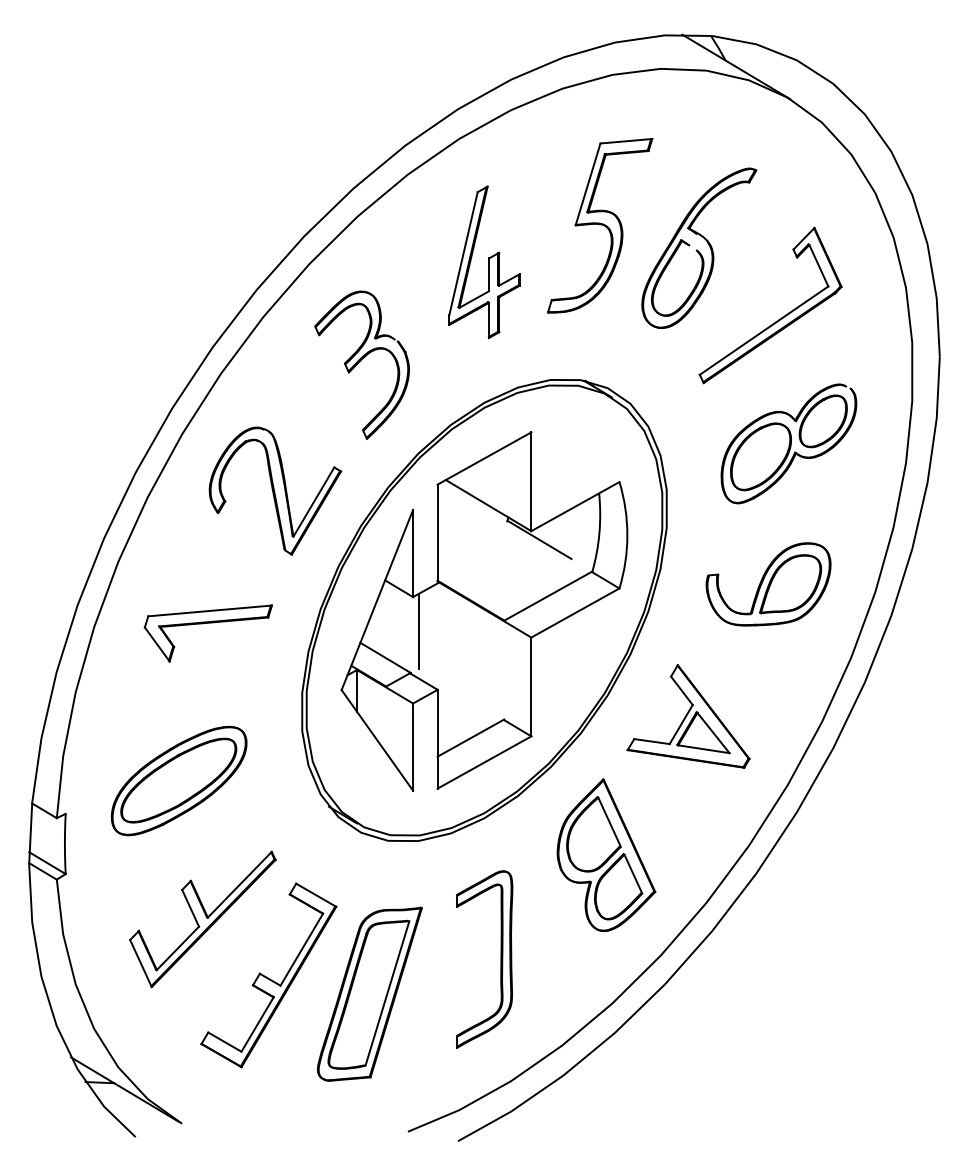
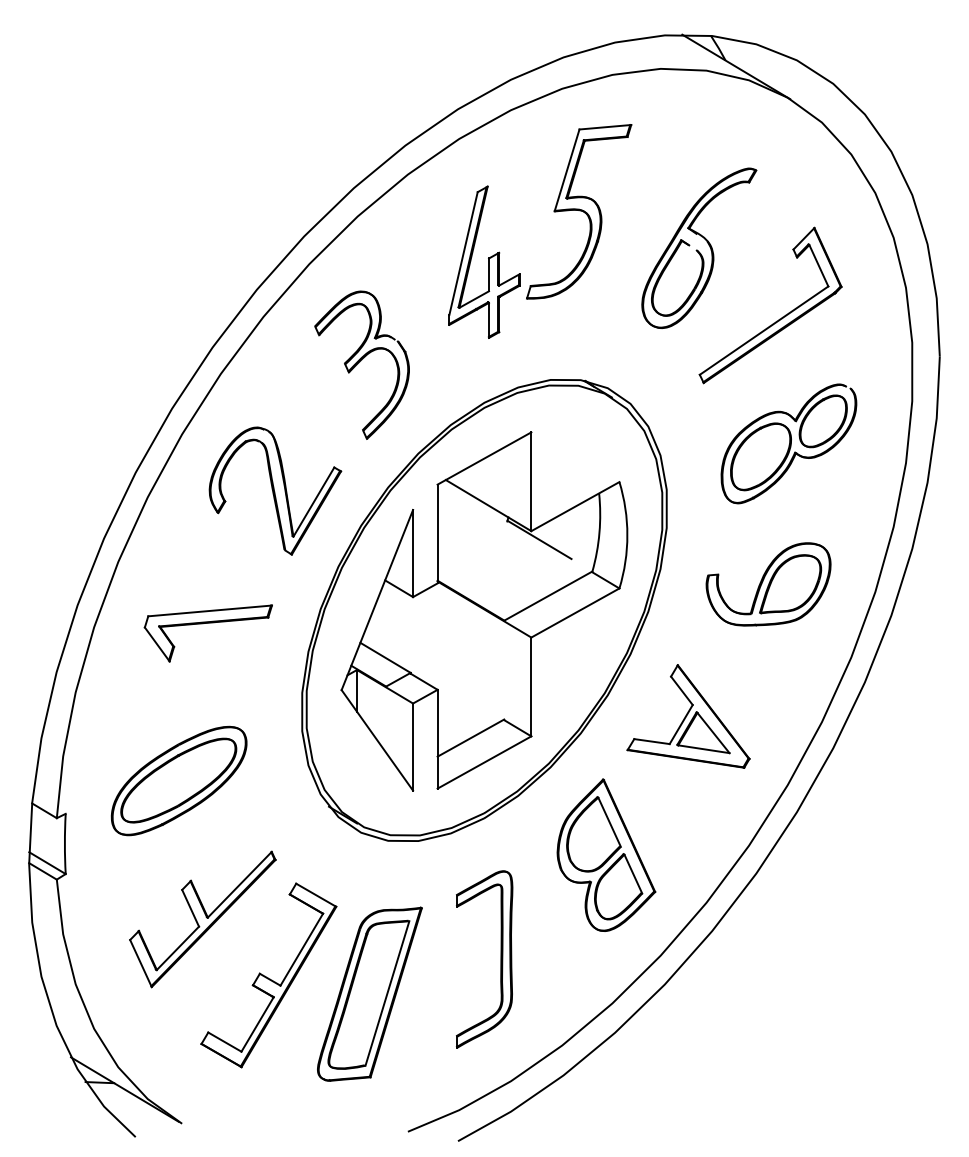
part at (600, 225) position: (600, 225) -> (579, 211)
line at (419, 630): present -> none
